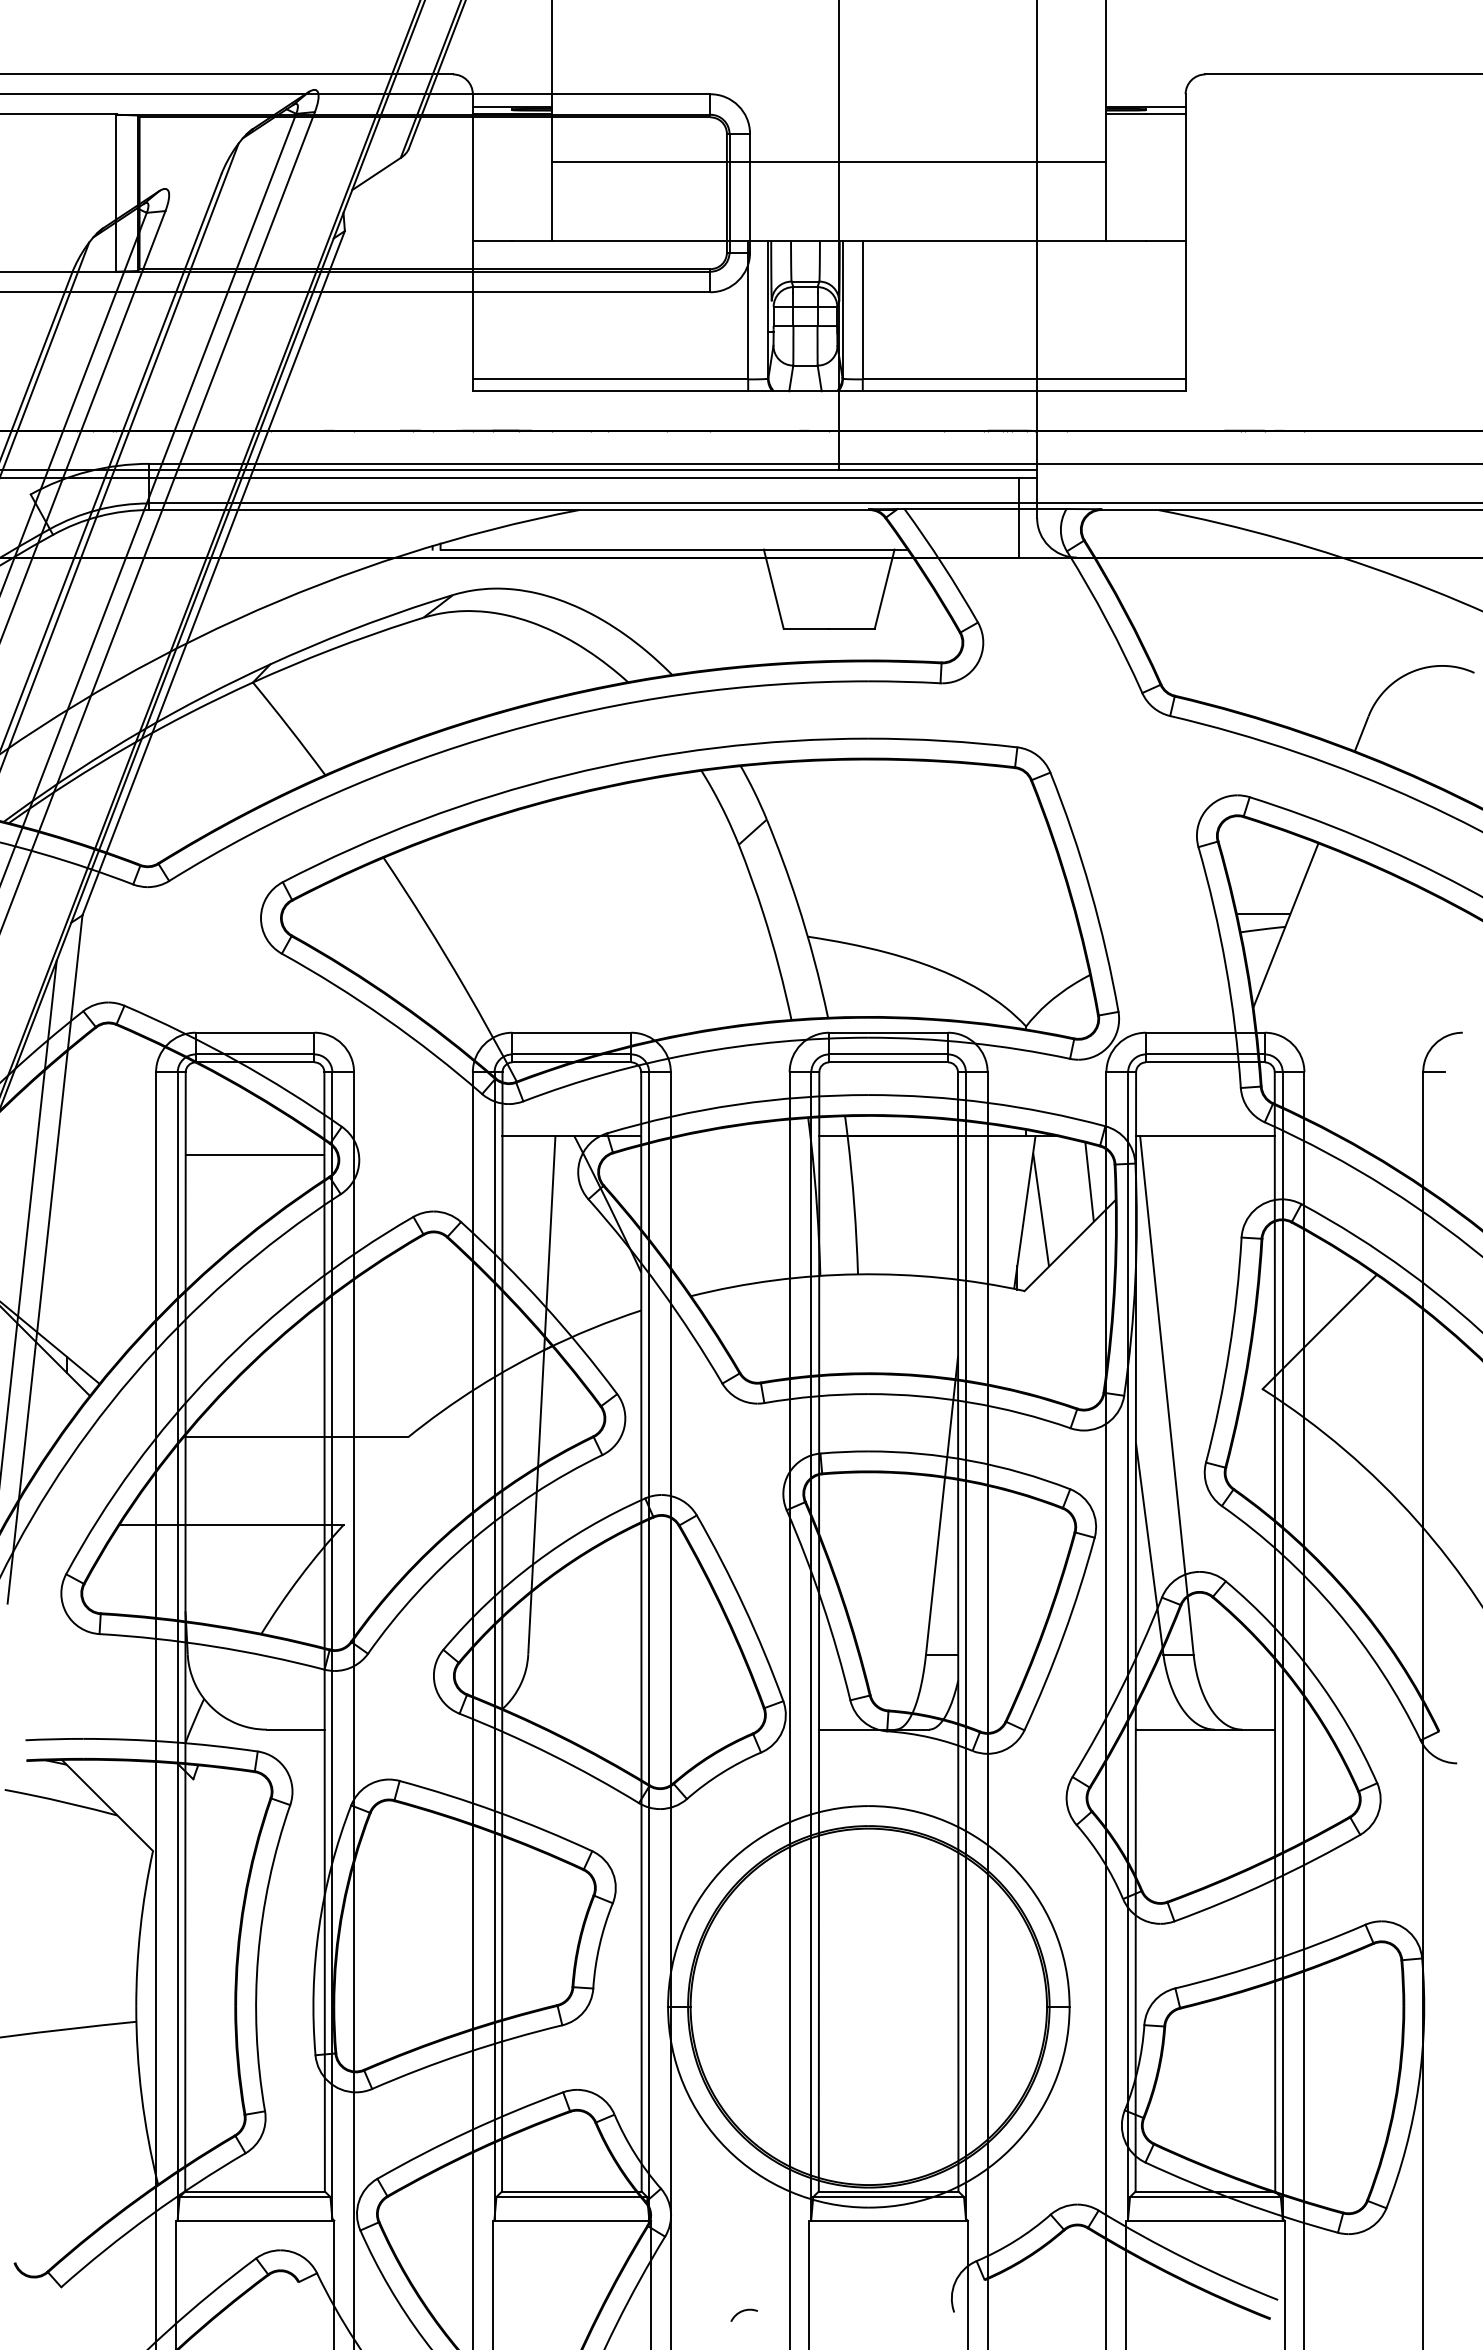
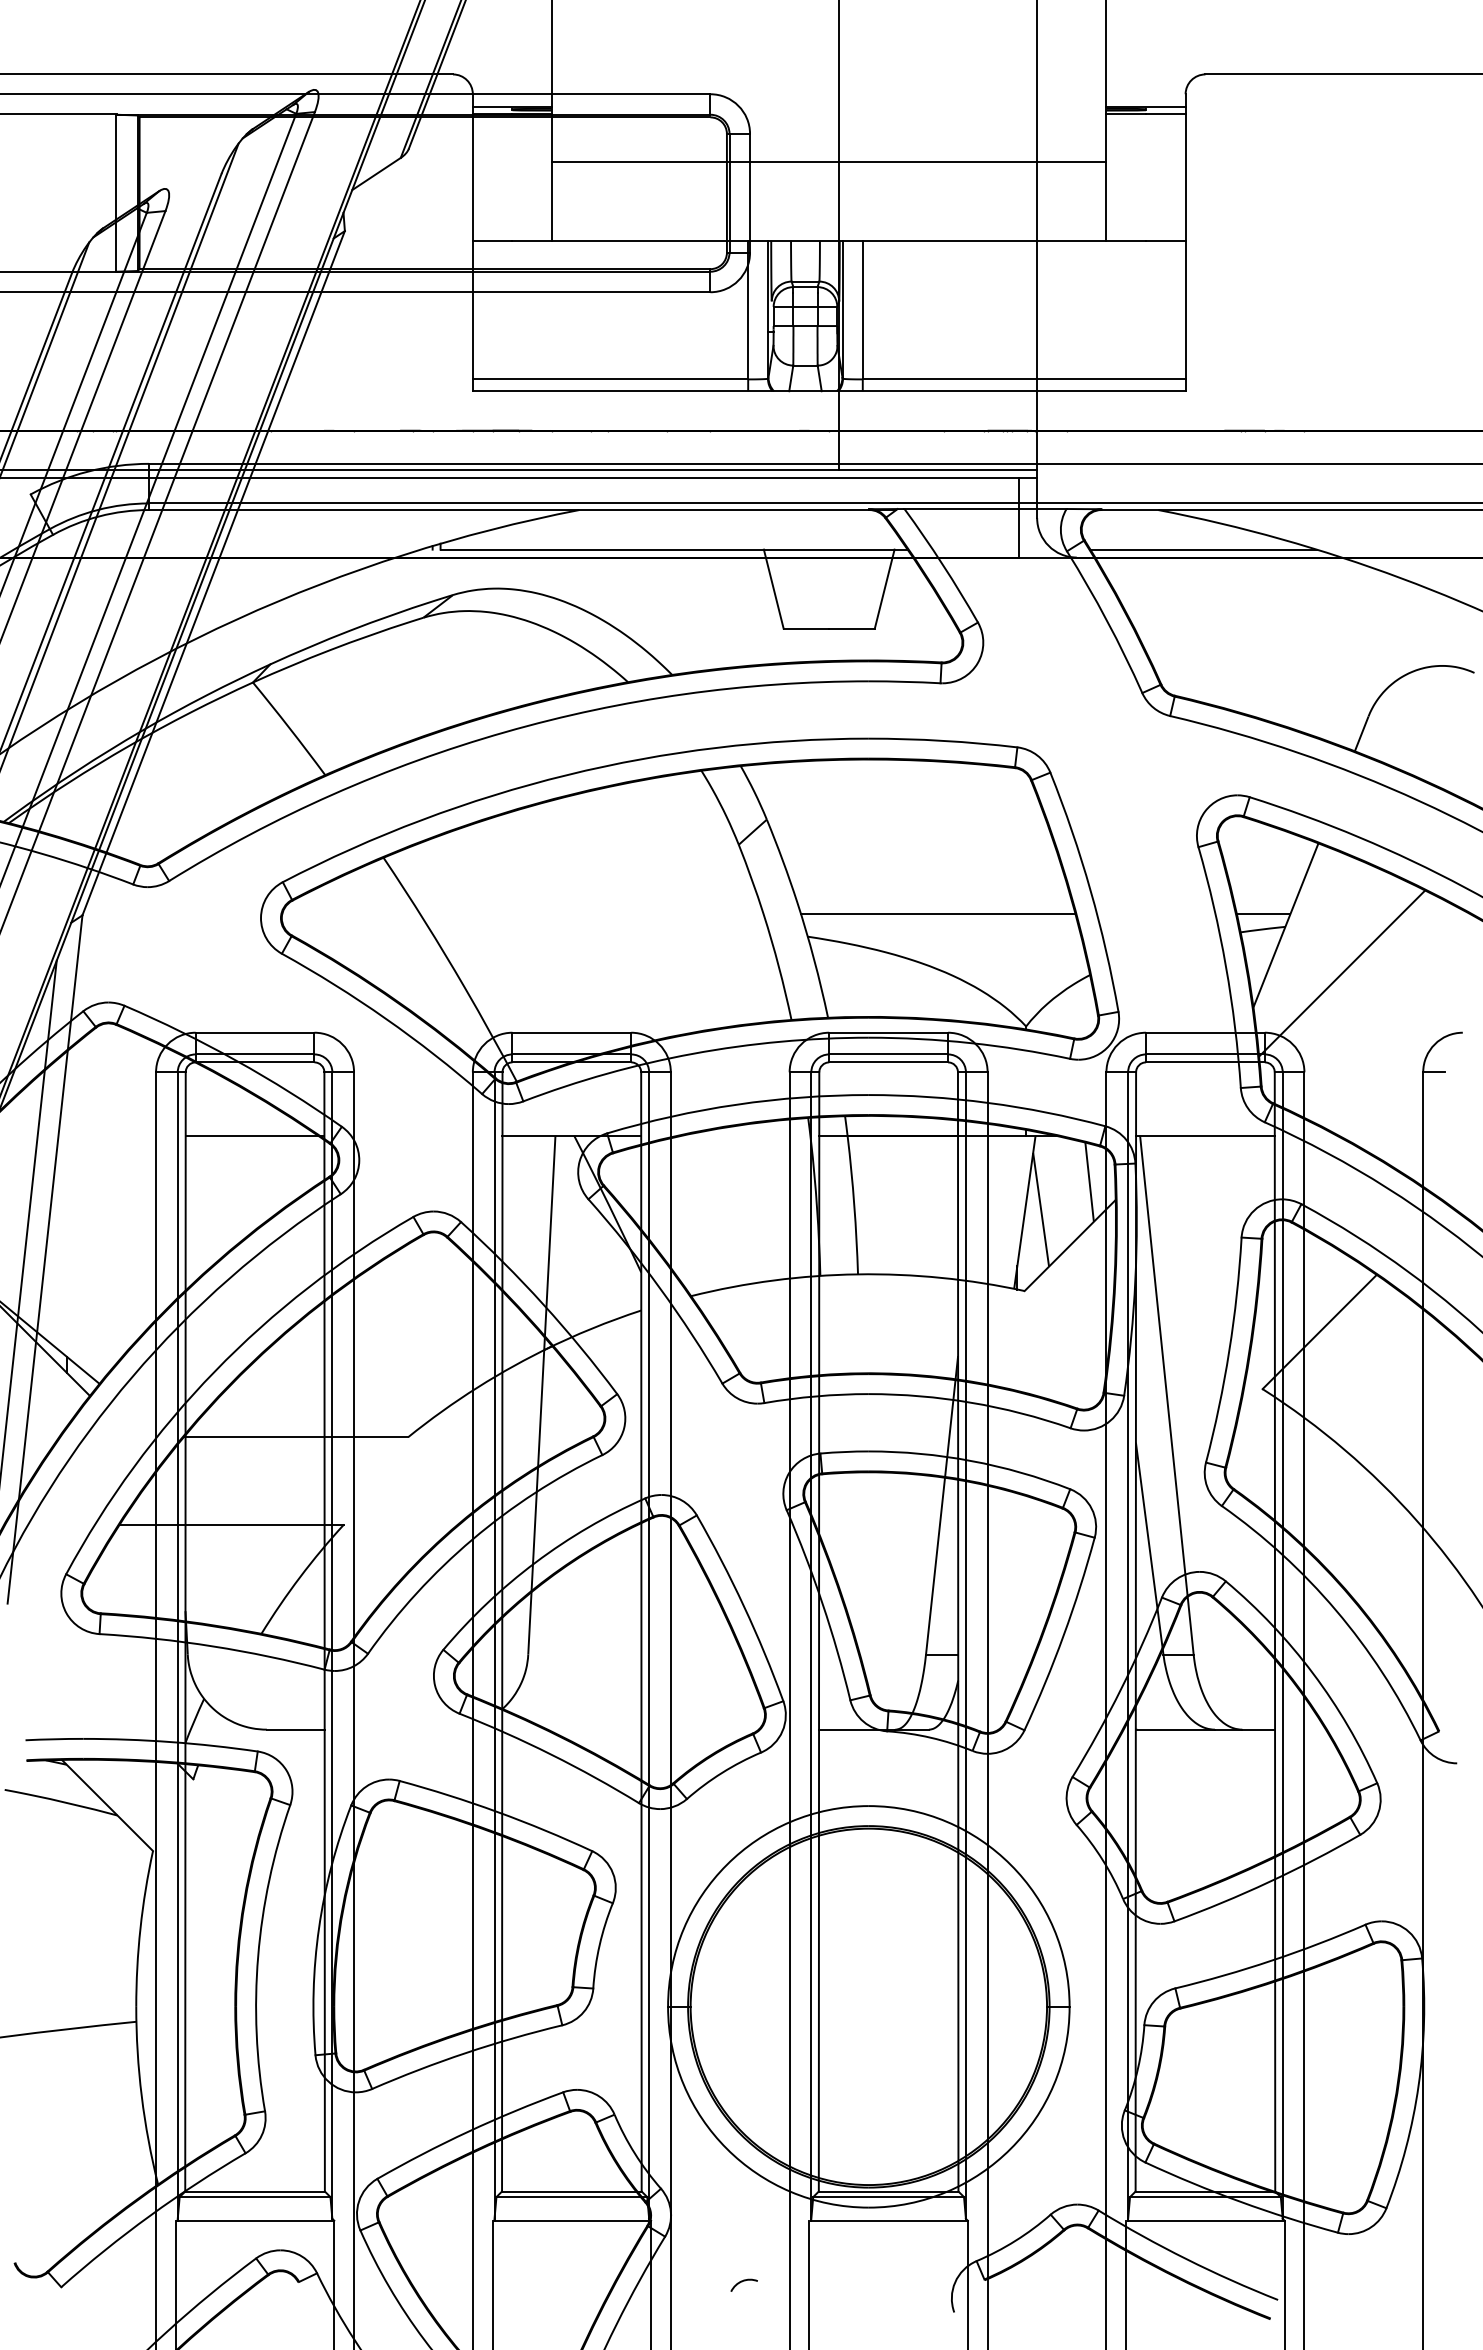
line at (1203, 549): none -> present
line at (937, 913): none -> present
line at (1342, 973): none -> present
line at (254, 1154) position: (254, 1154) -> (254, 1135)
arc at (742, 2312) position: (742, 2312) -> (742, 2282)
